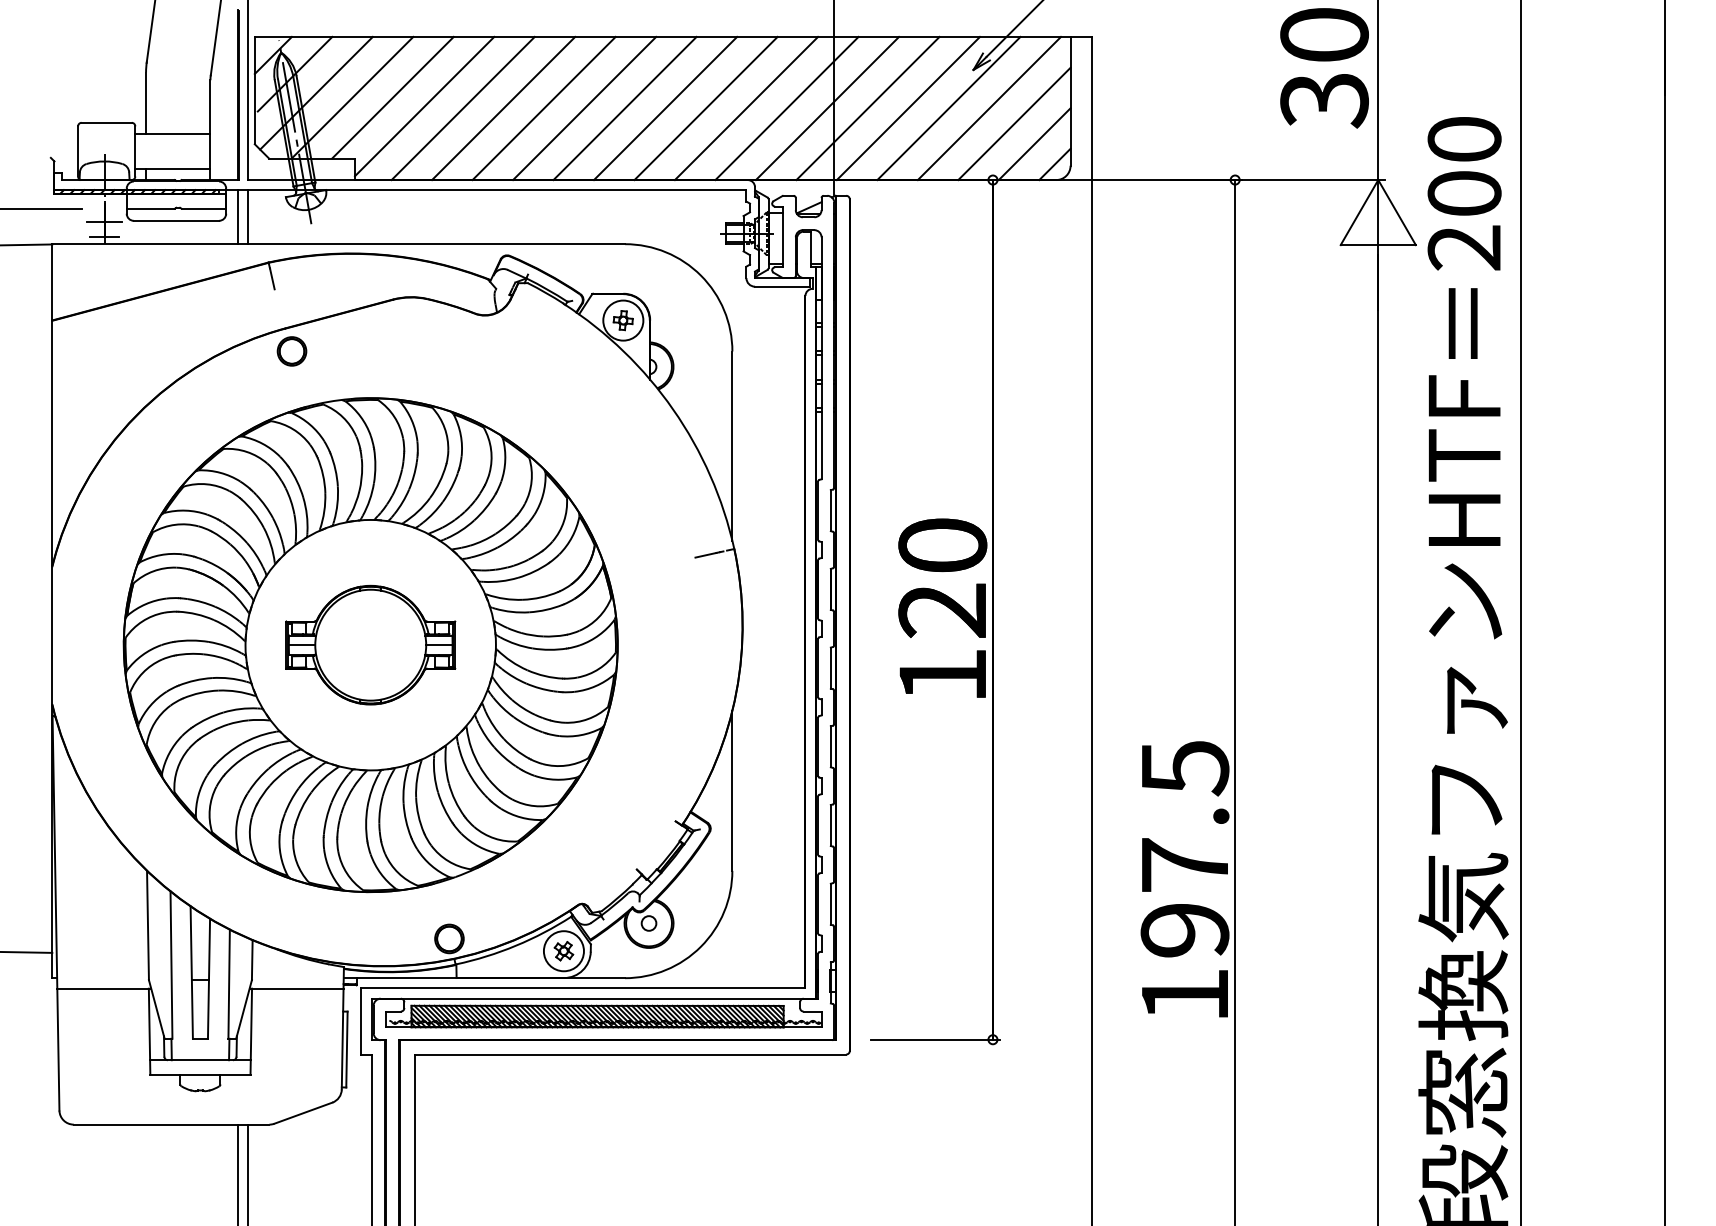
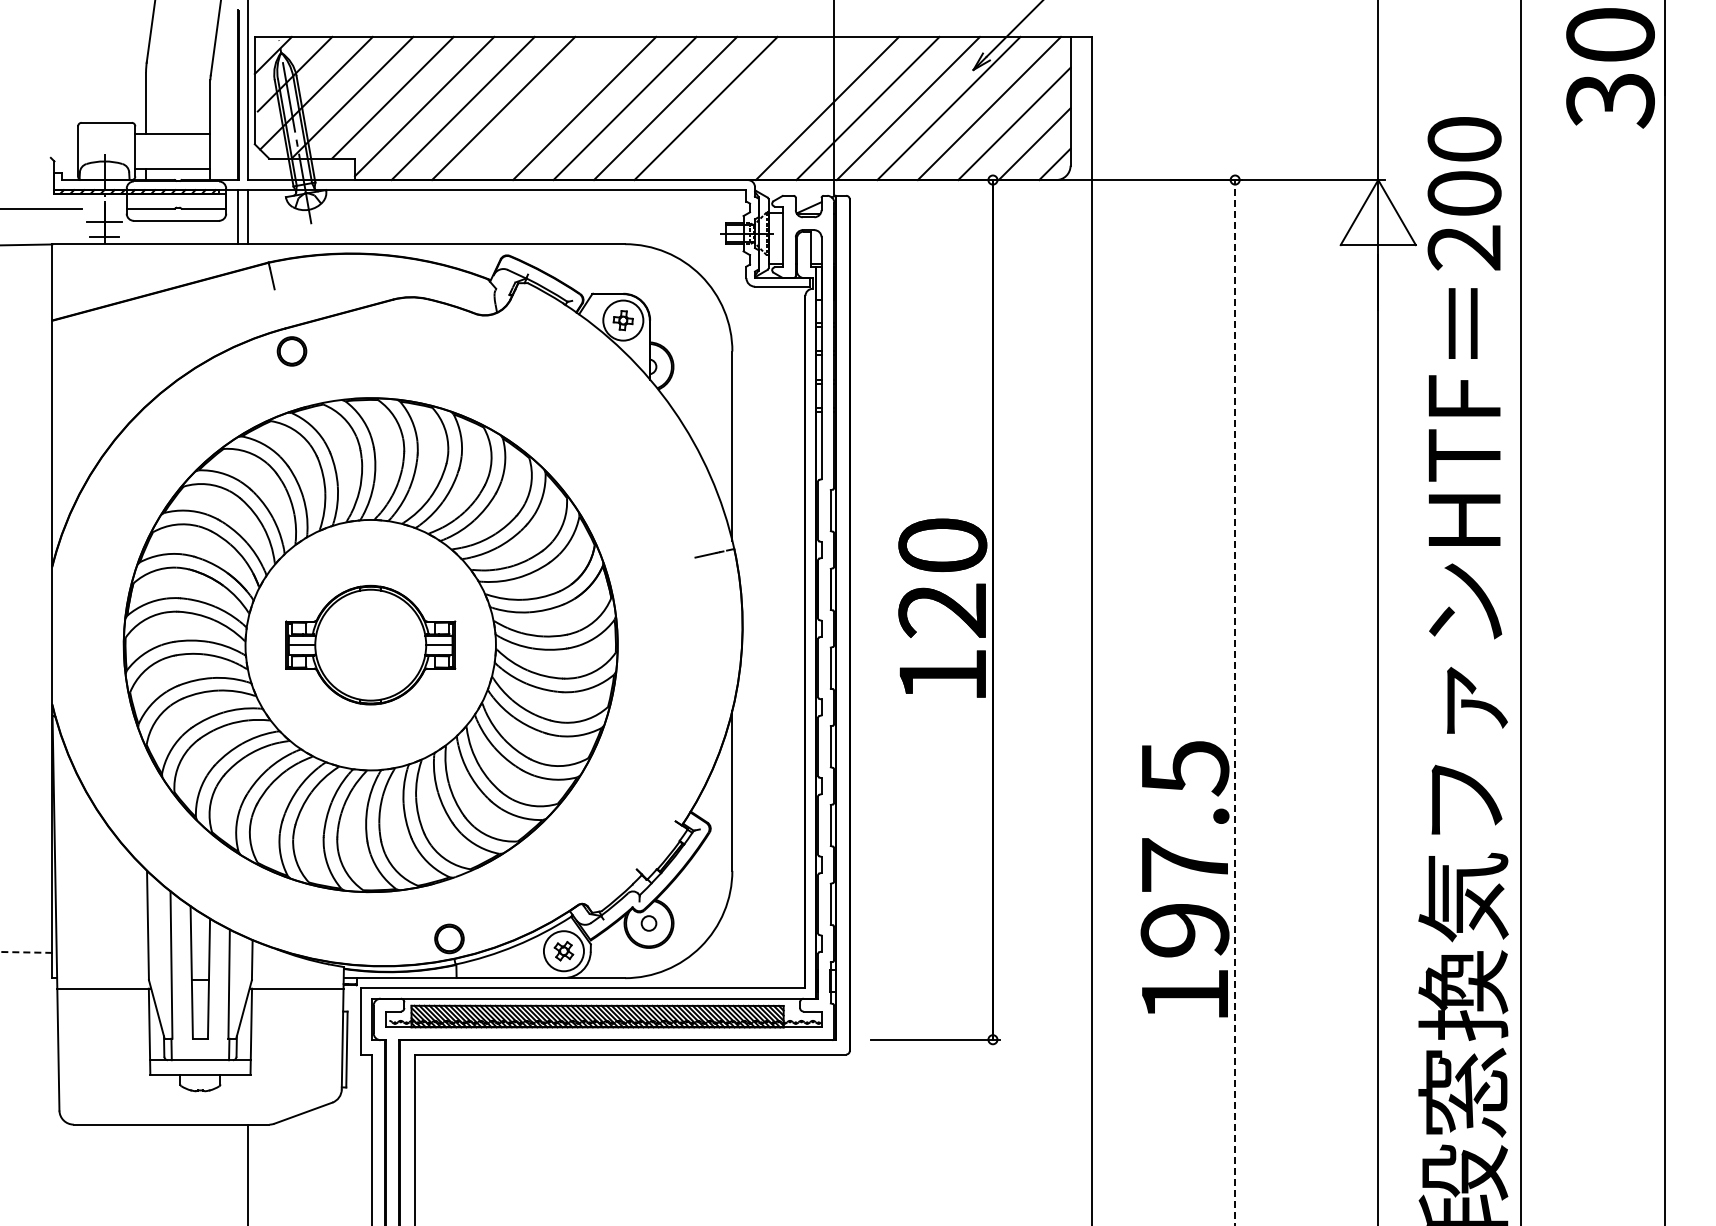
text at (1324, 68) position: (1324, 68) -> (1610, 68)
line at (543, 108): present -> none
line at (746, 108): present -> none
line at (786, 108): present -> none
line at (1235, 702): solid -> dashed
line at (25, 952): solid -> dashed
line at (238, 1173): present -> none
